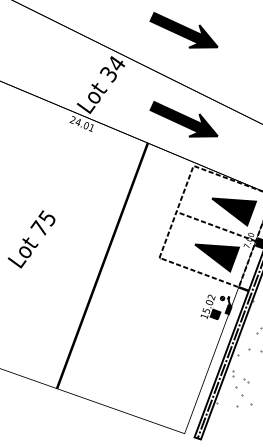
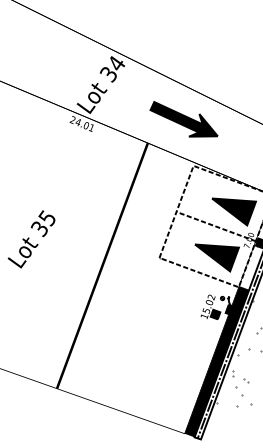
part at (183, 30): present -> none
text at (38, 228): 75 -> 35
fill at (216, 362): none -> present
